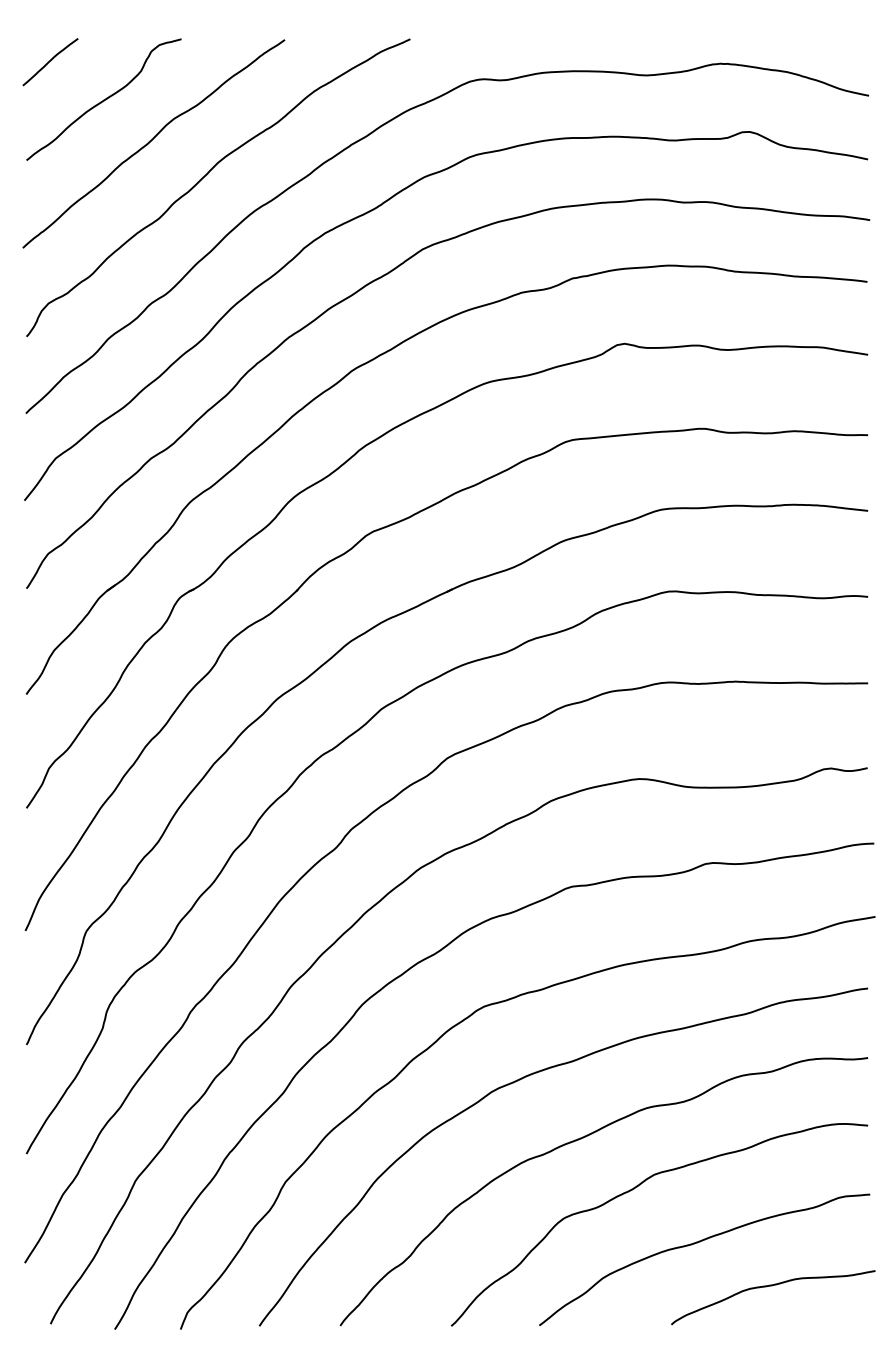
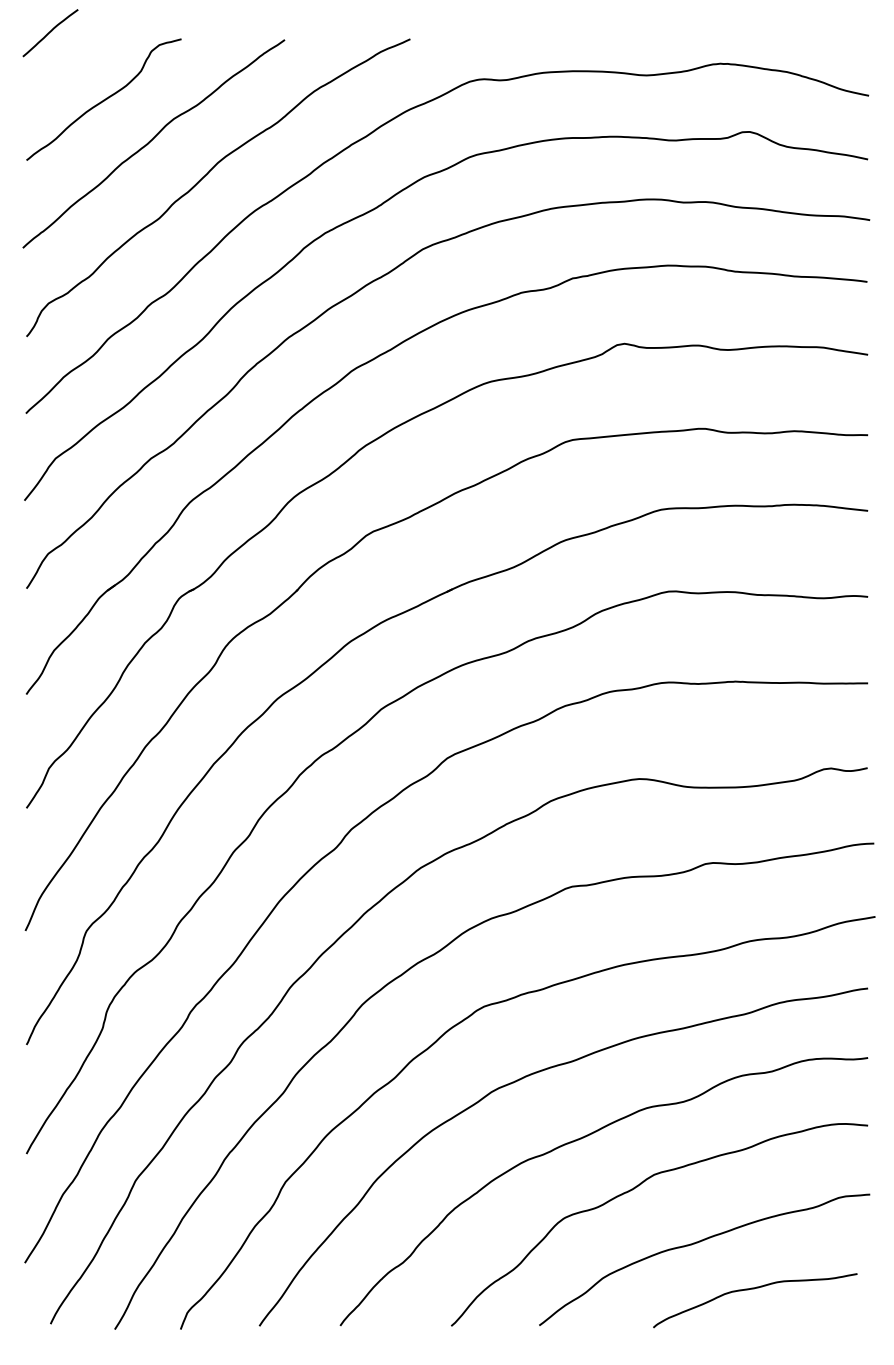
curve at (50, 61) position: (50, 61) -> (50, 32)
curve at (772, 1286) position: (772, 1286) -> (754, 1289)
